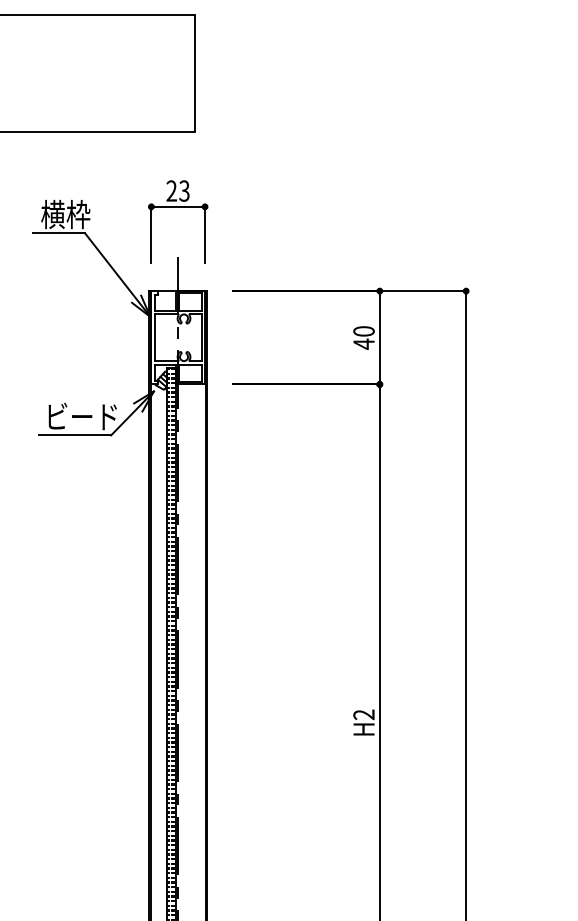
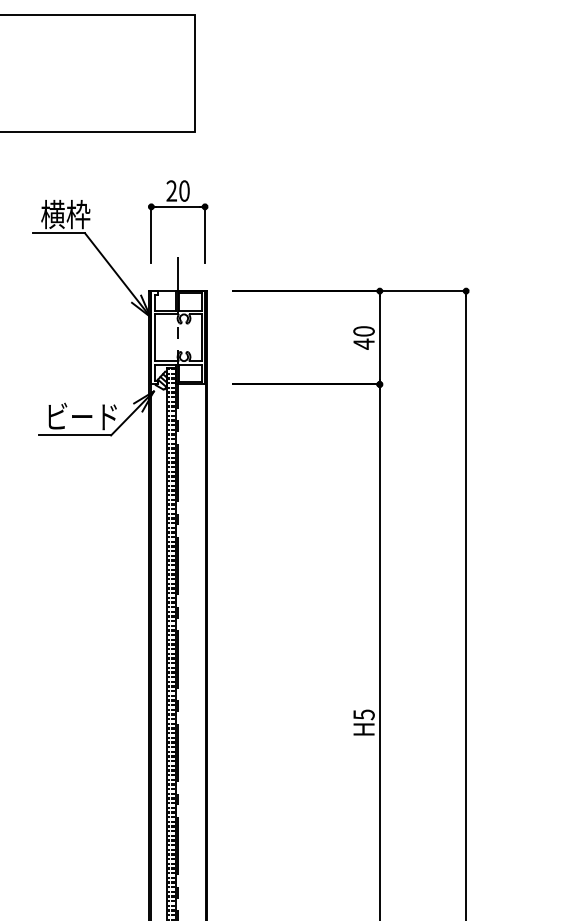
text at (184, 190): 23 -> 20
text at (363, 714): H2 -> H5
